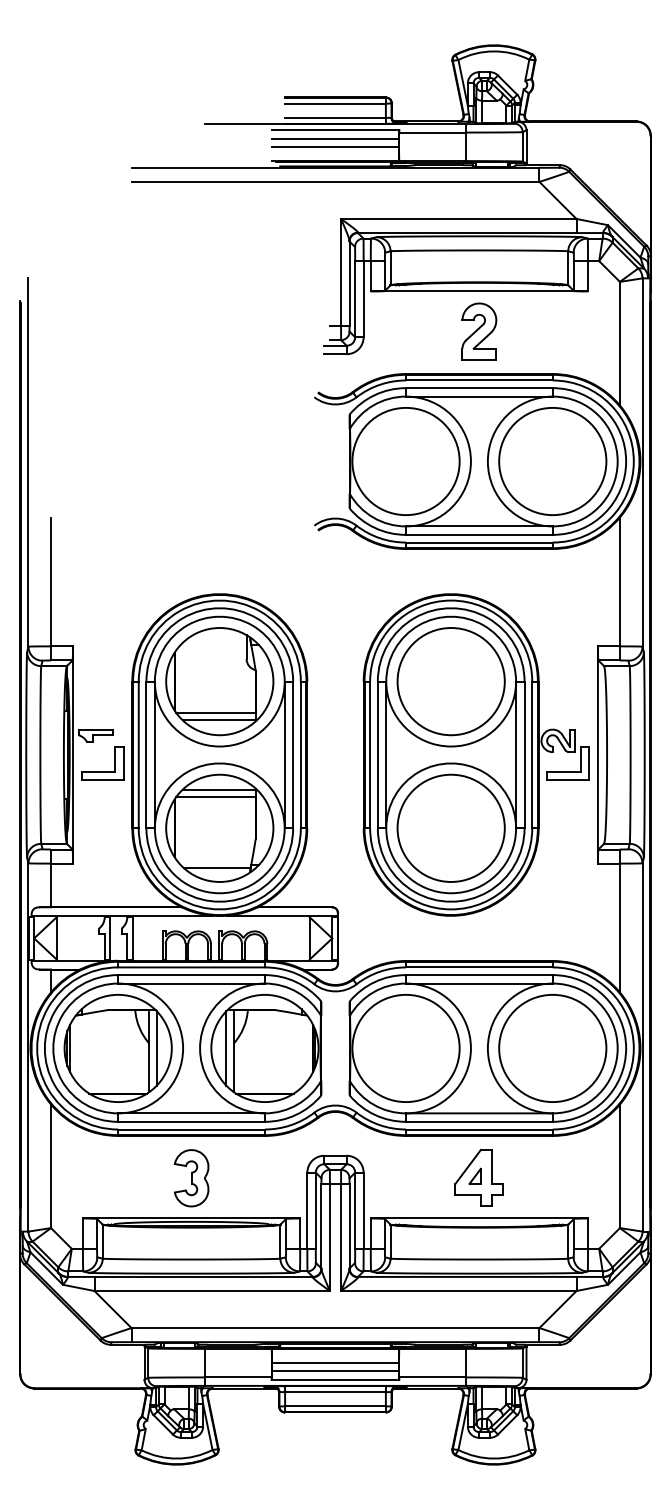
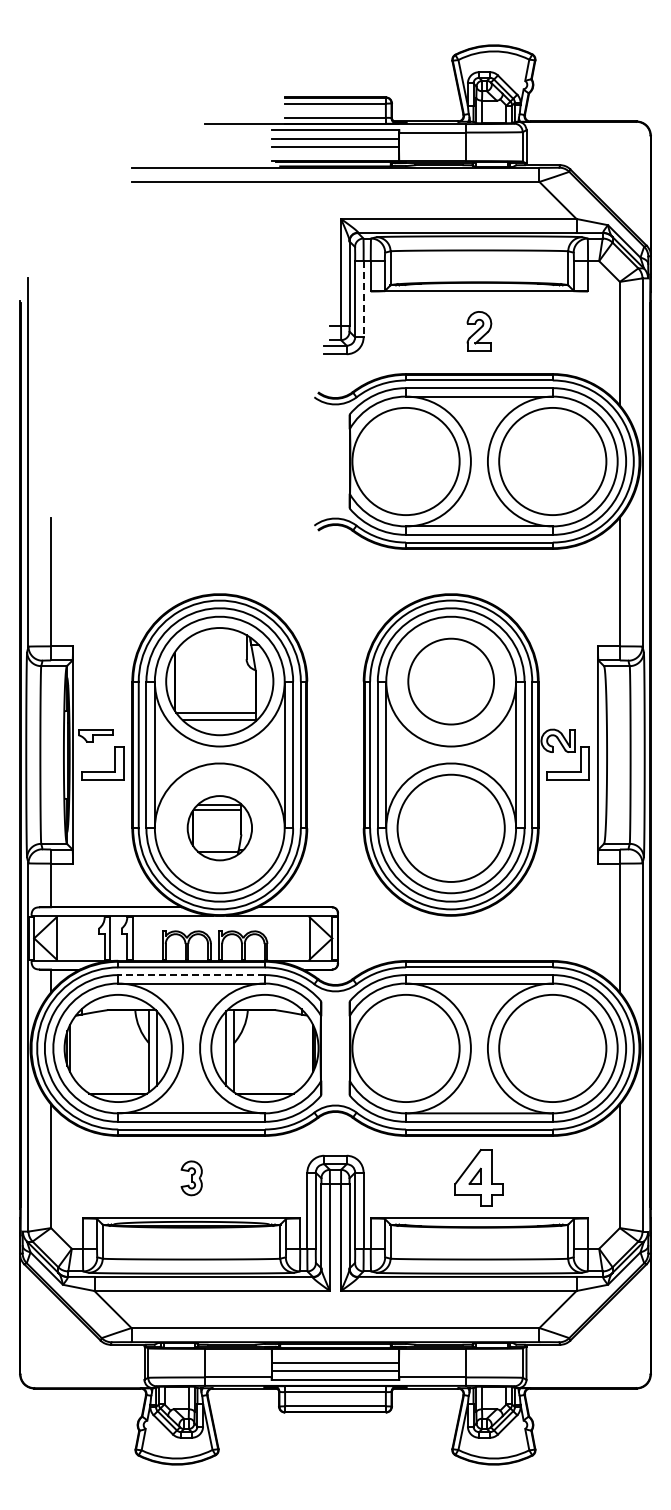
line at (363, 299): solid -> dashed
part at (479, 331) size: 37x59 px -> 27x41 px
circle at (450, 681) diameter: 107 px -> 86 px
part at (219, 827) size: 110x110 px -> 67x67 px
line at (191, 975): solid -> dashed
part at (191, 1178) size: 36x59 px -> 23x37 px
